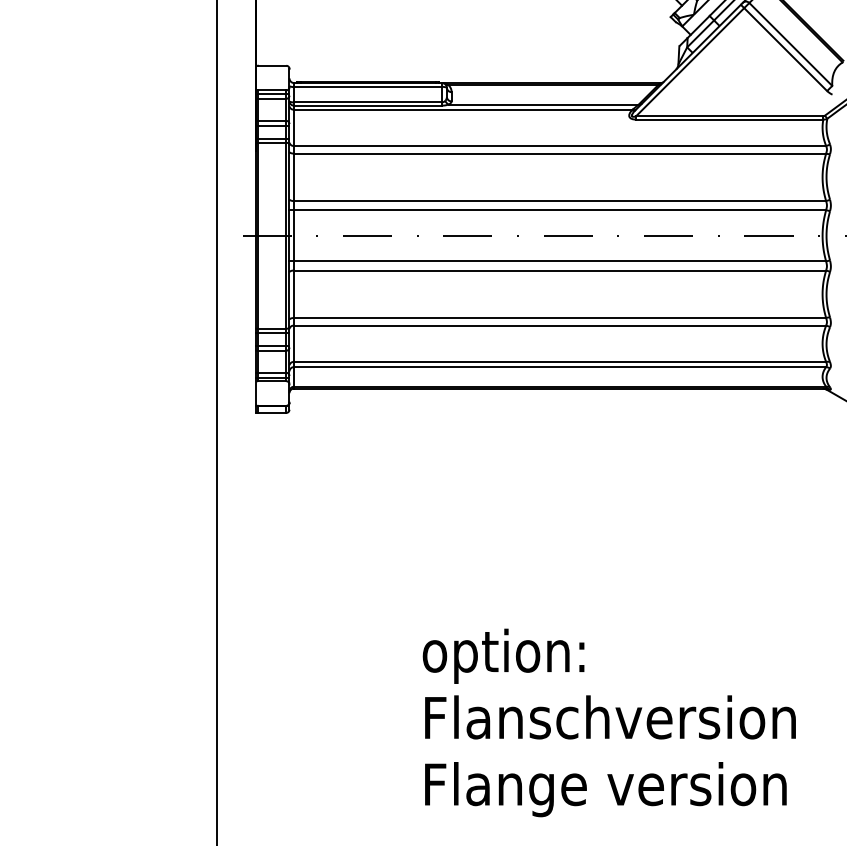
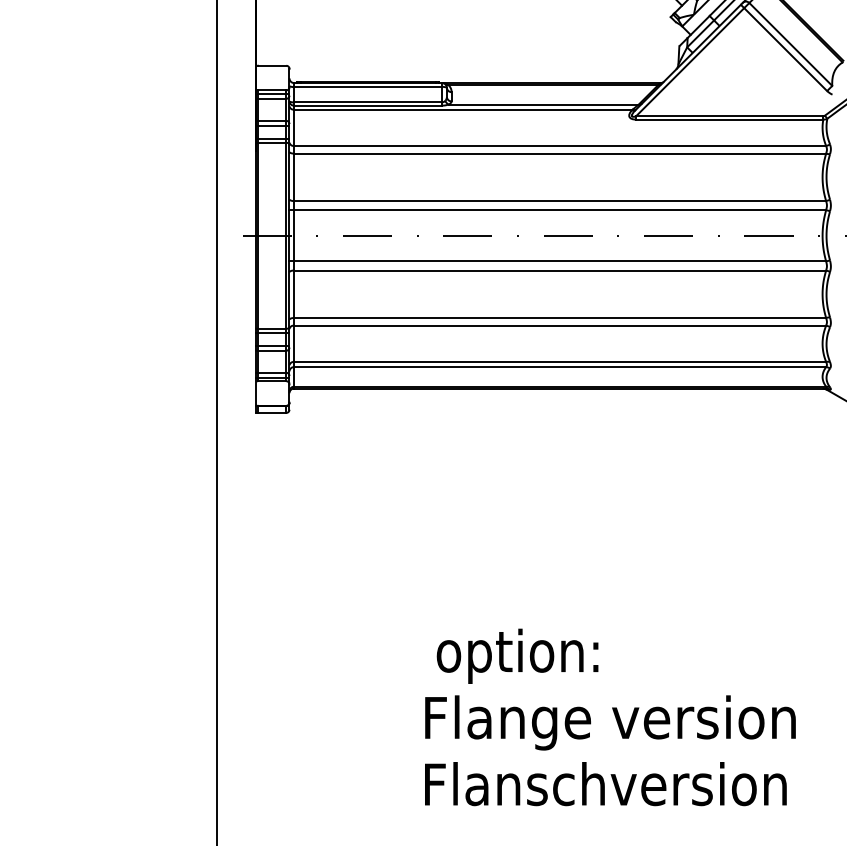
text at (503, 655) position: (503, 655) -> (517, 655)
text at (612, 722): Flanschversion -> Flange version
text at (607, 789): Flange version -> Flanschversion
